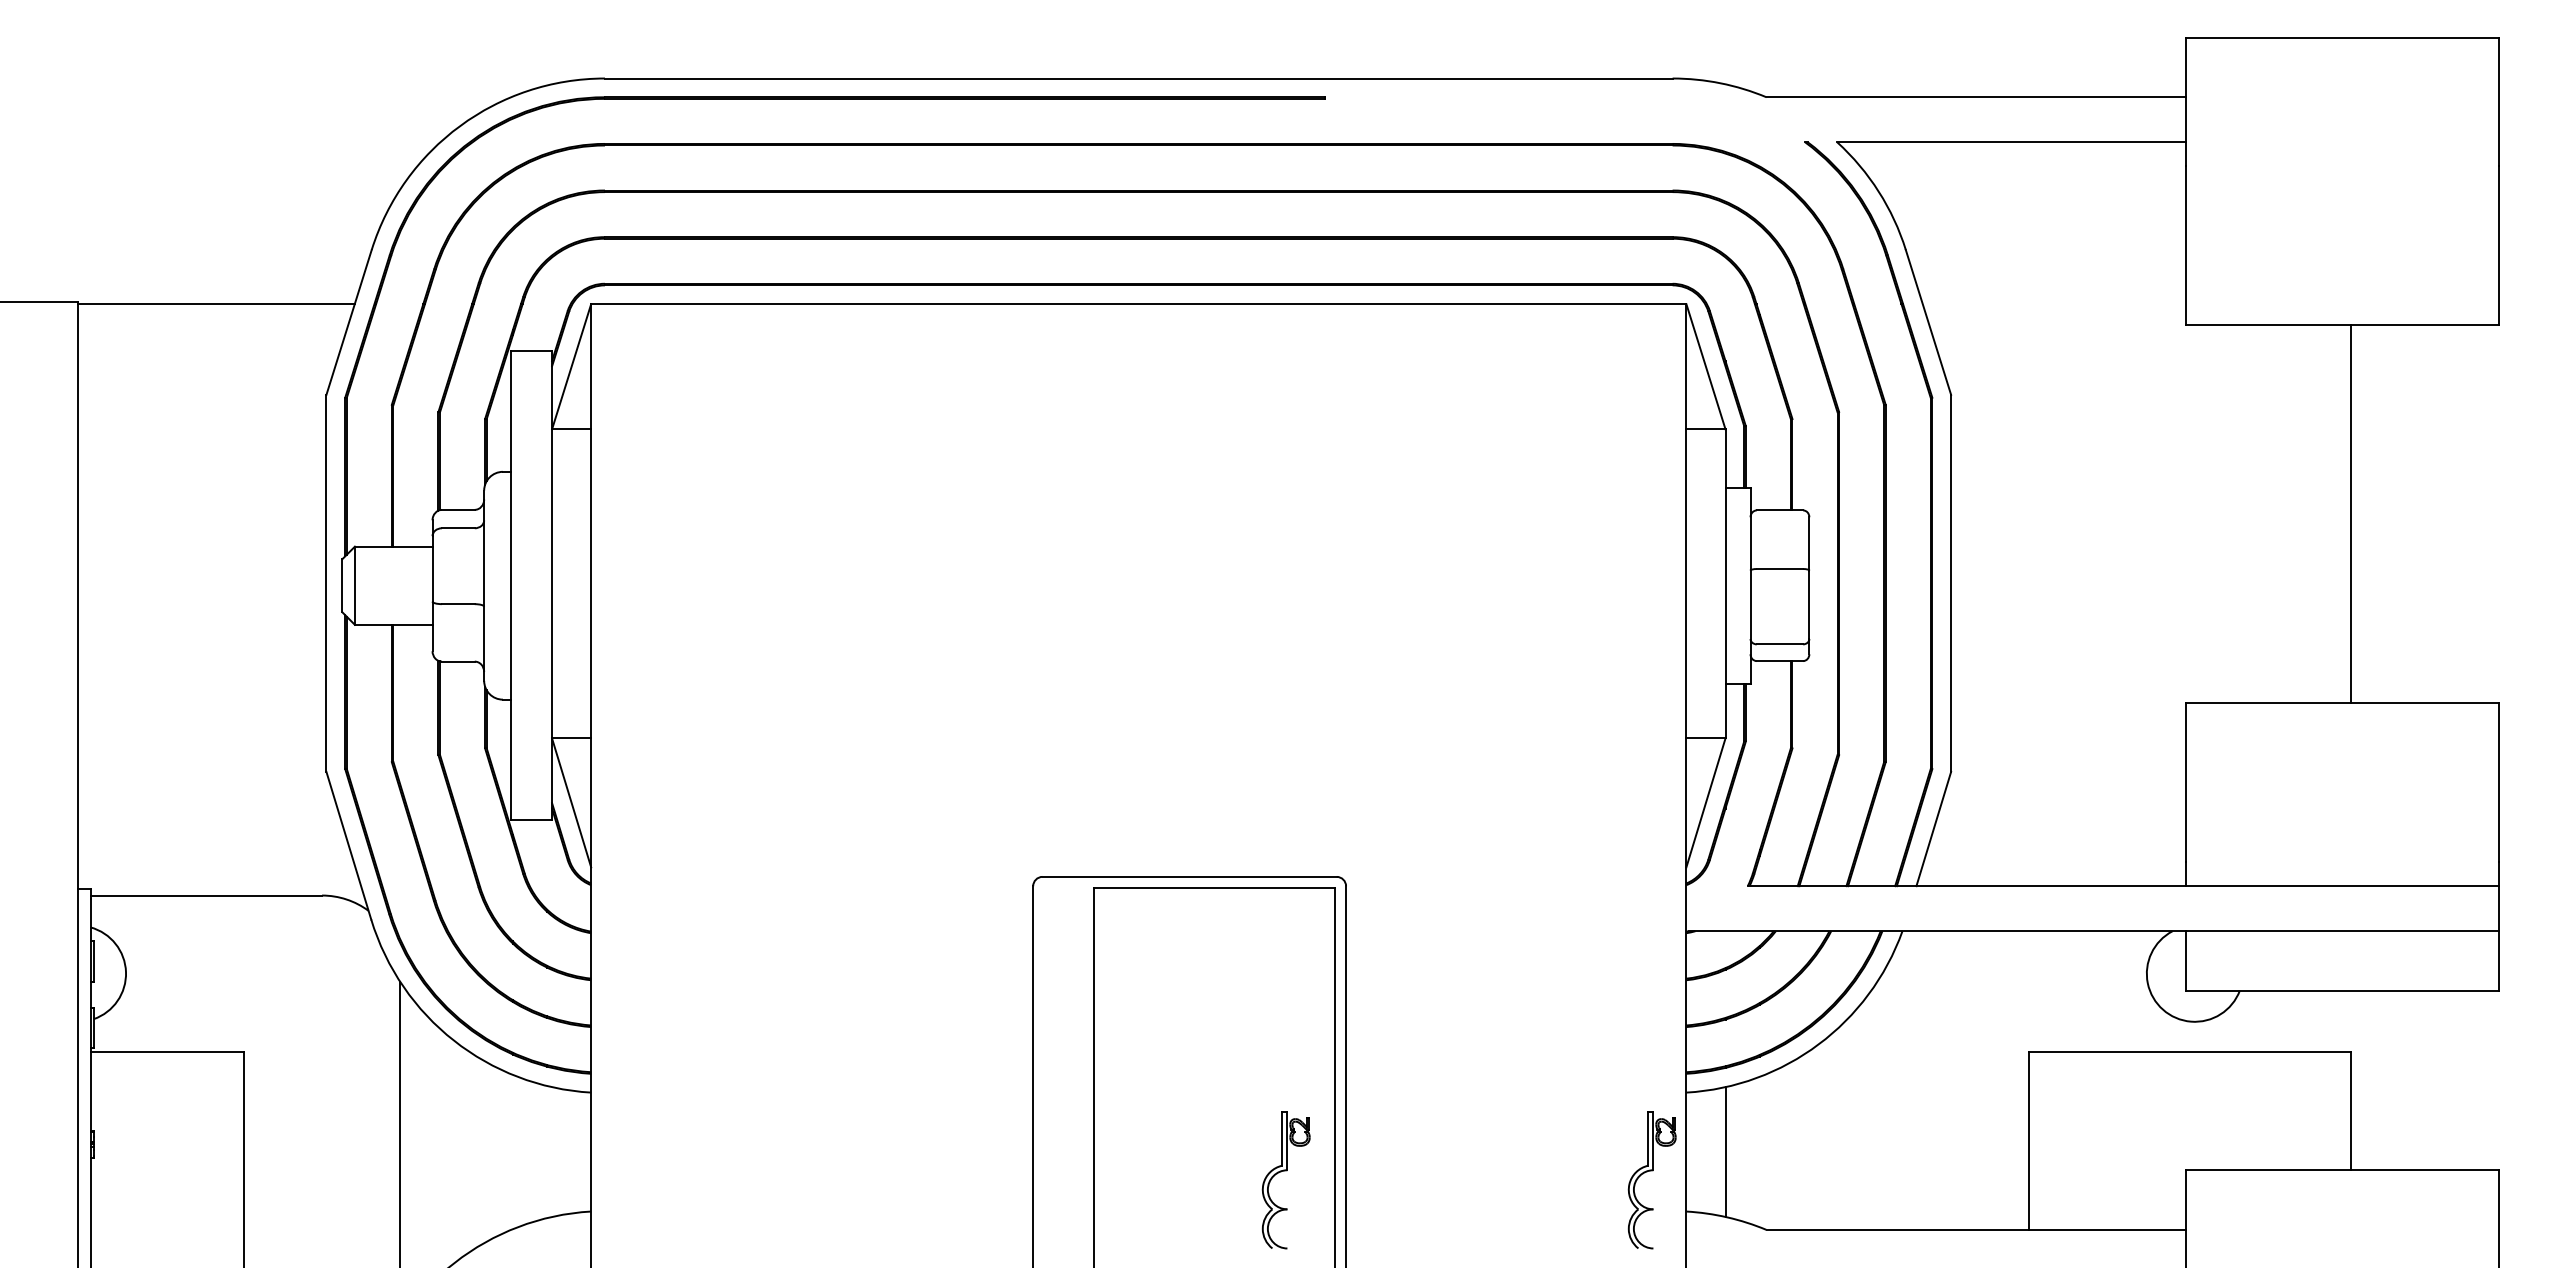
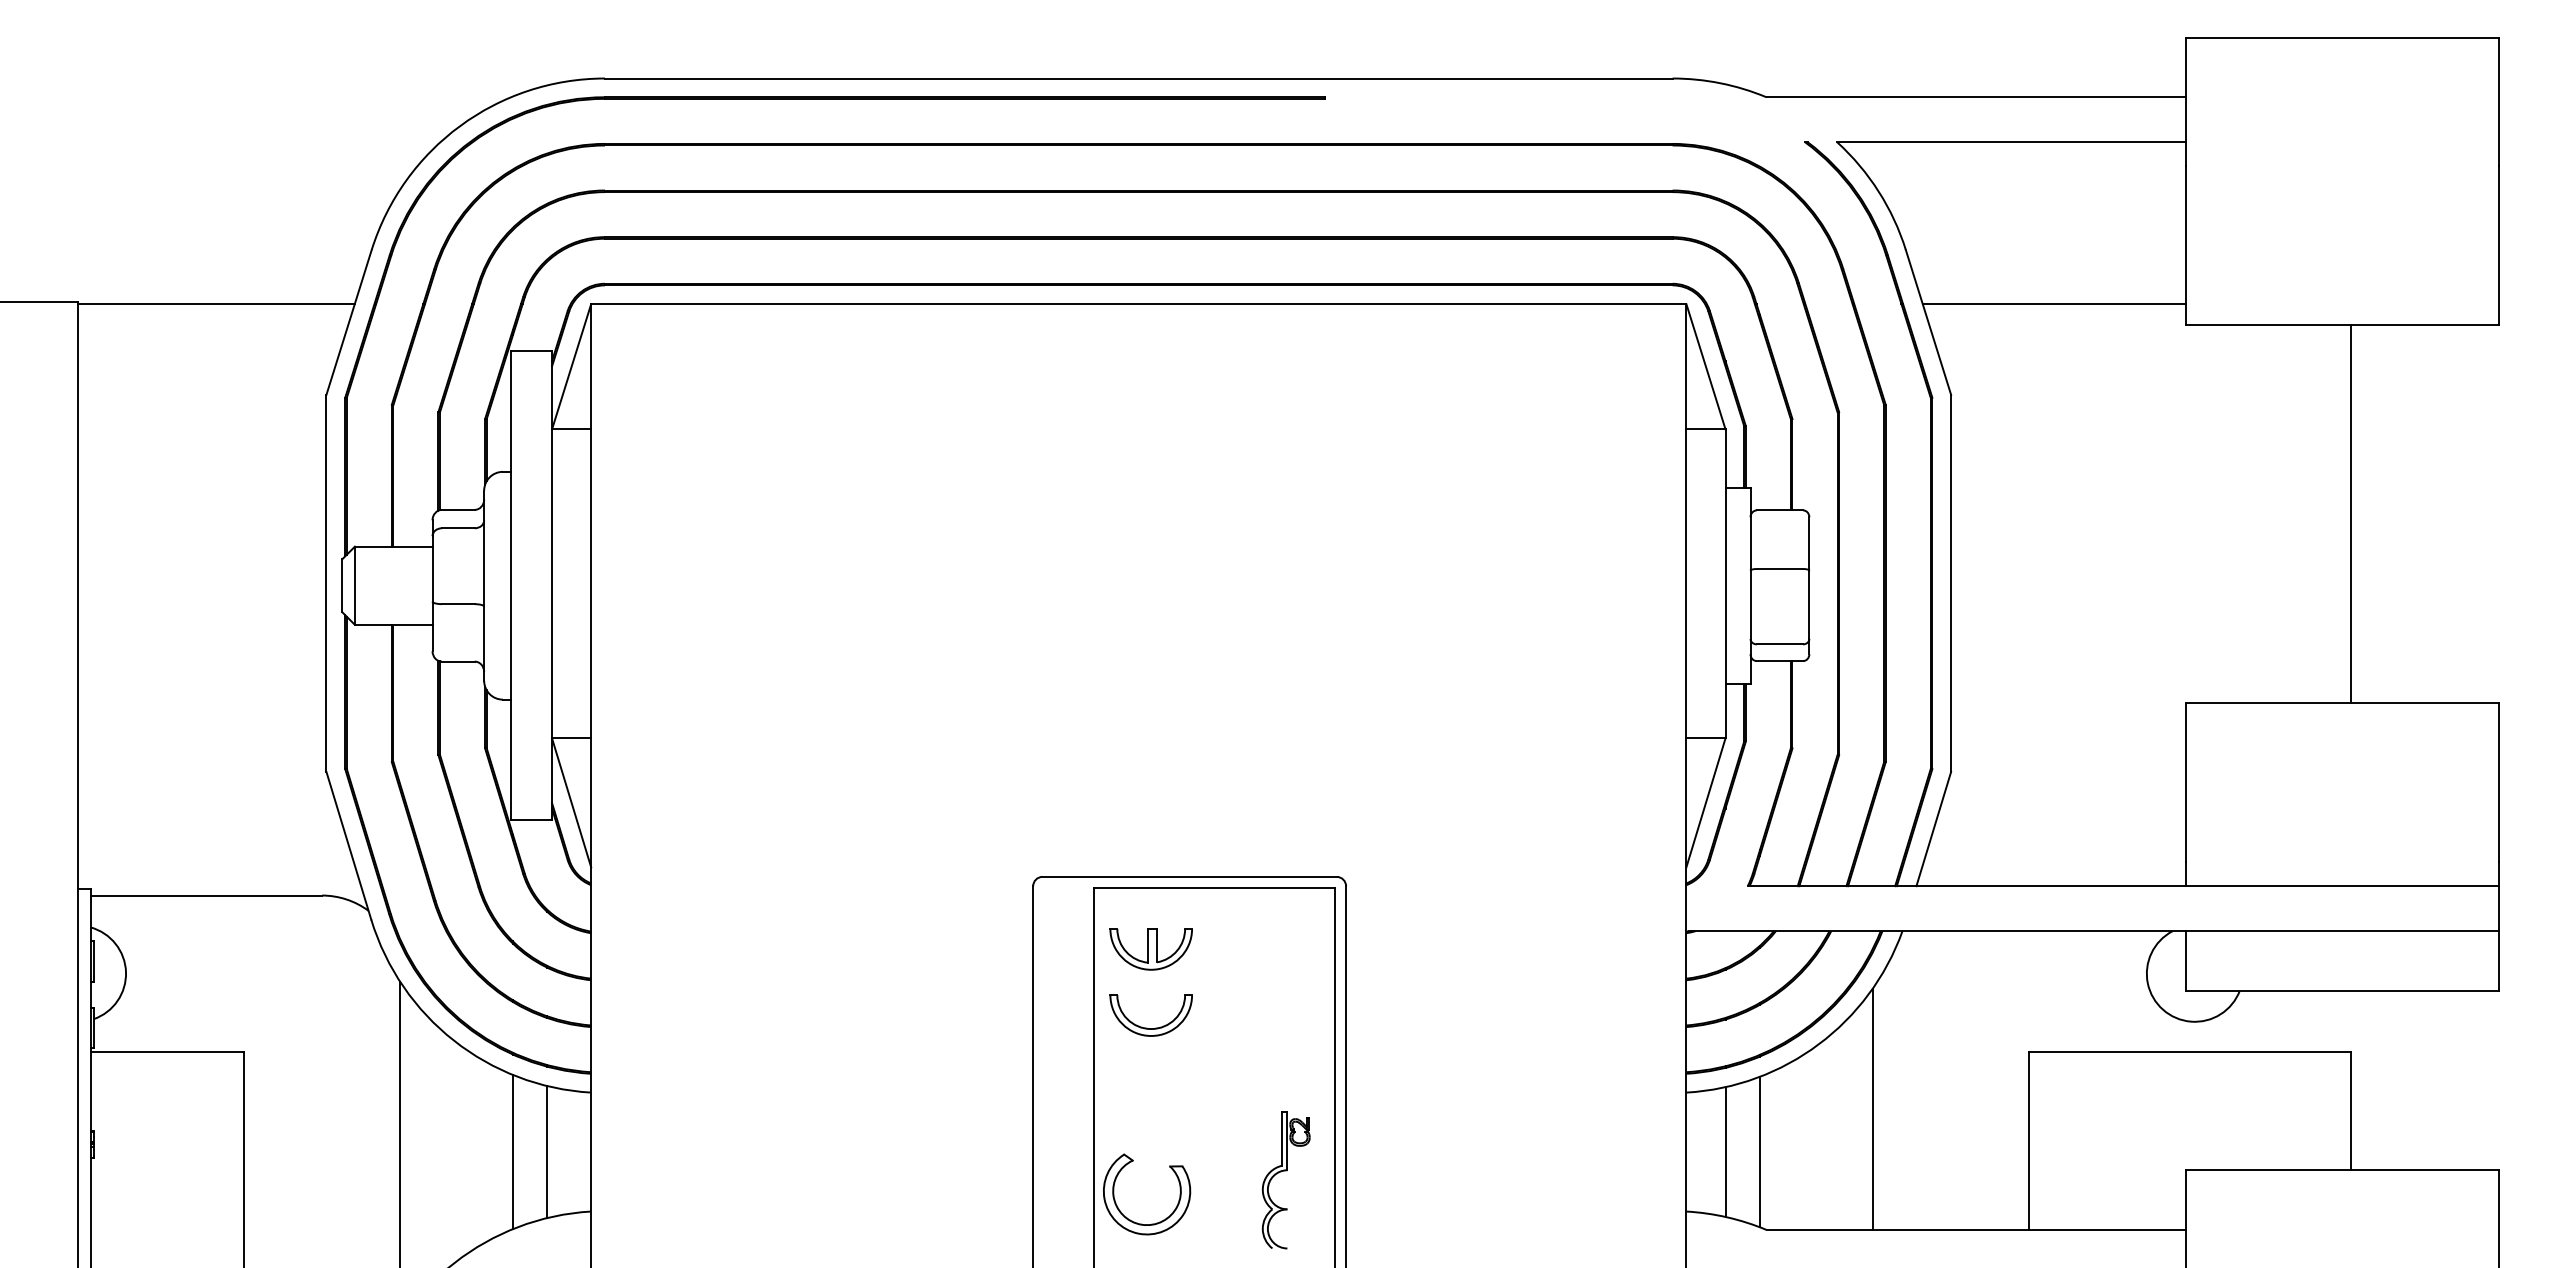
line at (2053, 304): none -> present
part at (1150, 949): none -> present
part at (1146, 1027): none -> present
line at (1872, 1108): none -> present
line at (512, 1151): none -> present
line at (1759, 1151): none -> present
line at (547, 1152): none -> present
part at (1647, 1172): present -> none
part at (1151, 1223): none -> present
